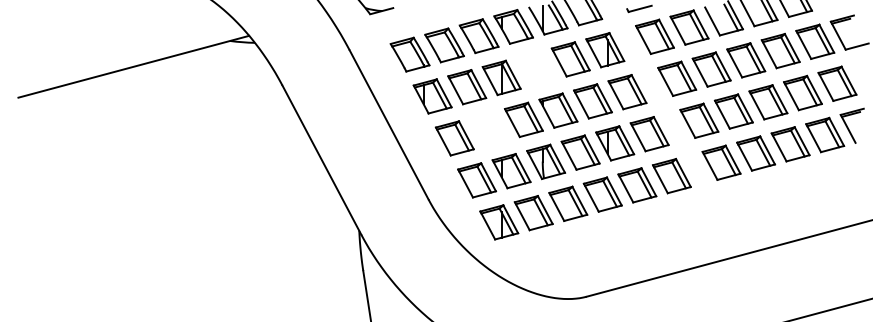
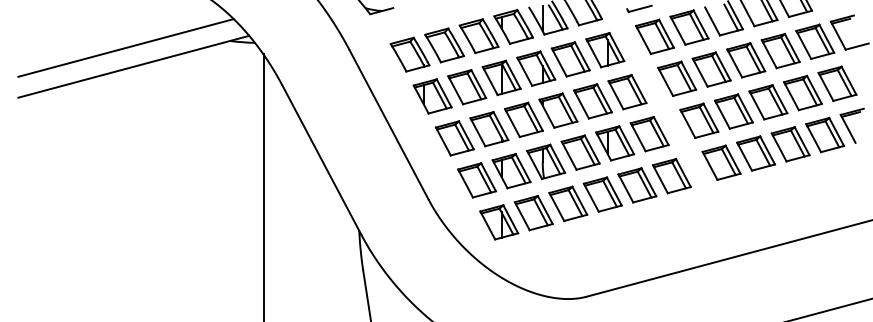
line at (125, 47): none -> present
part at (536, 68): none -> present
part at (489, 129): none -> present
line at (263, 186): none -> present
